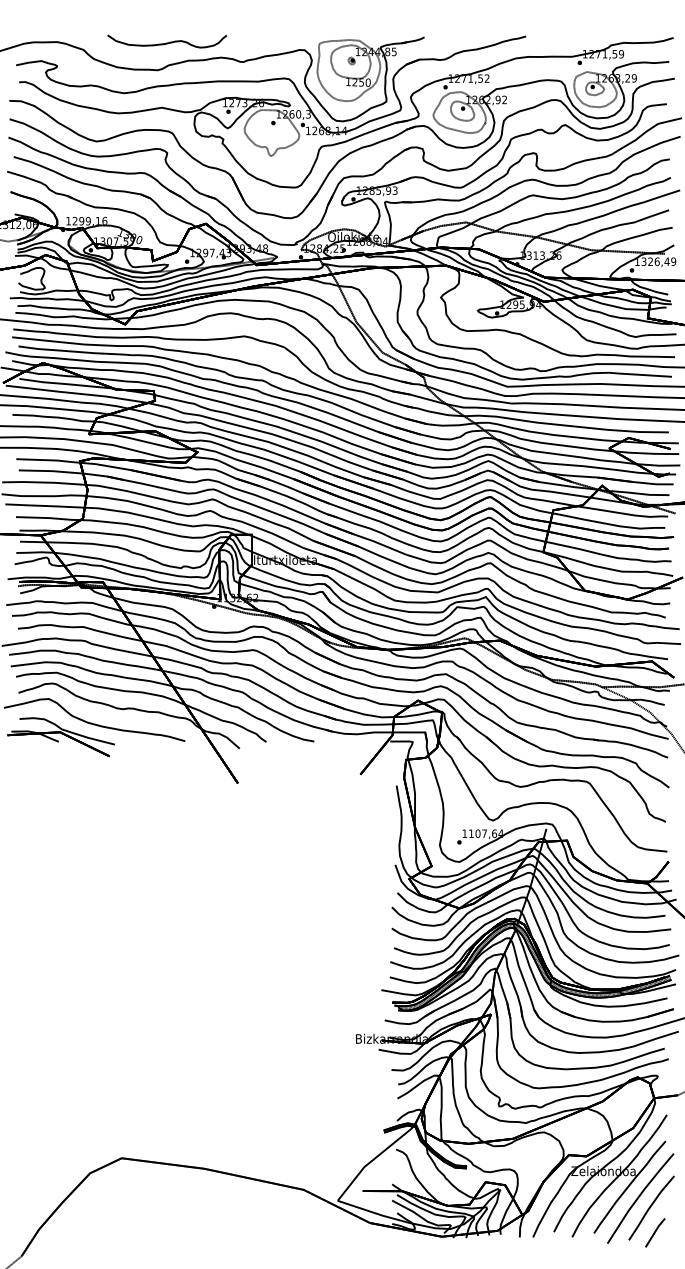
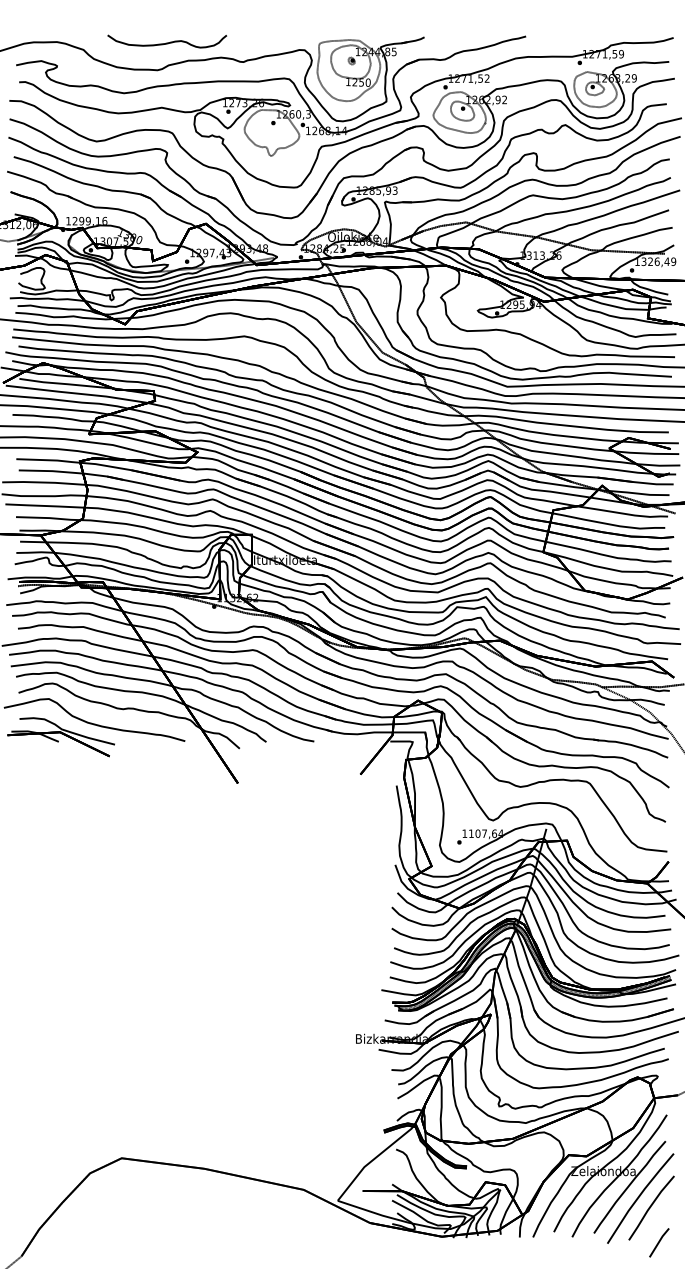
line at (655, 1232) position: (655, 1232) -> (659, 1242)
